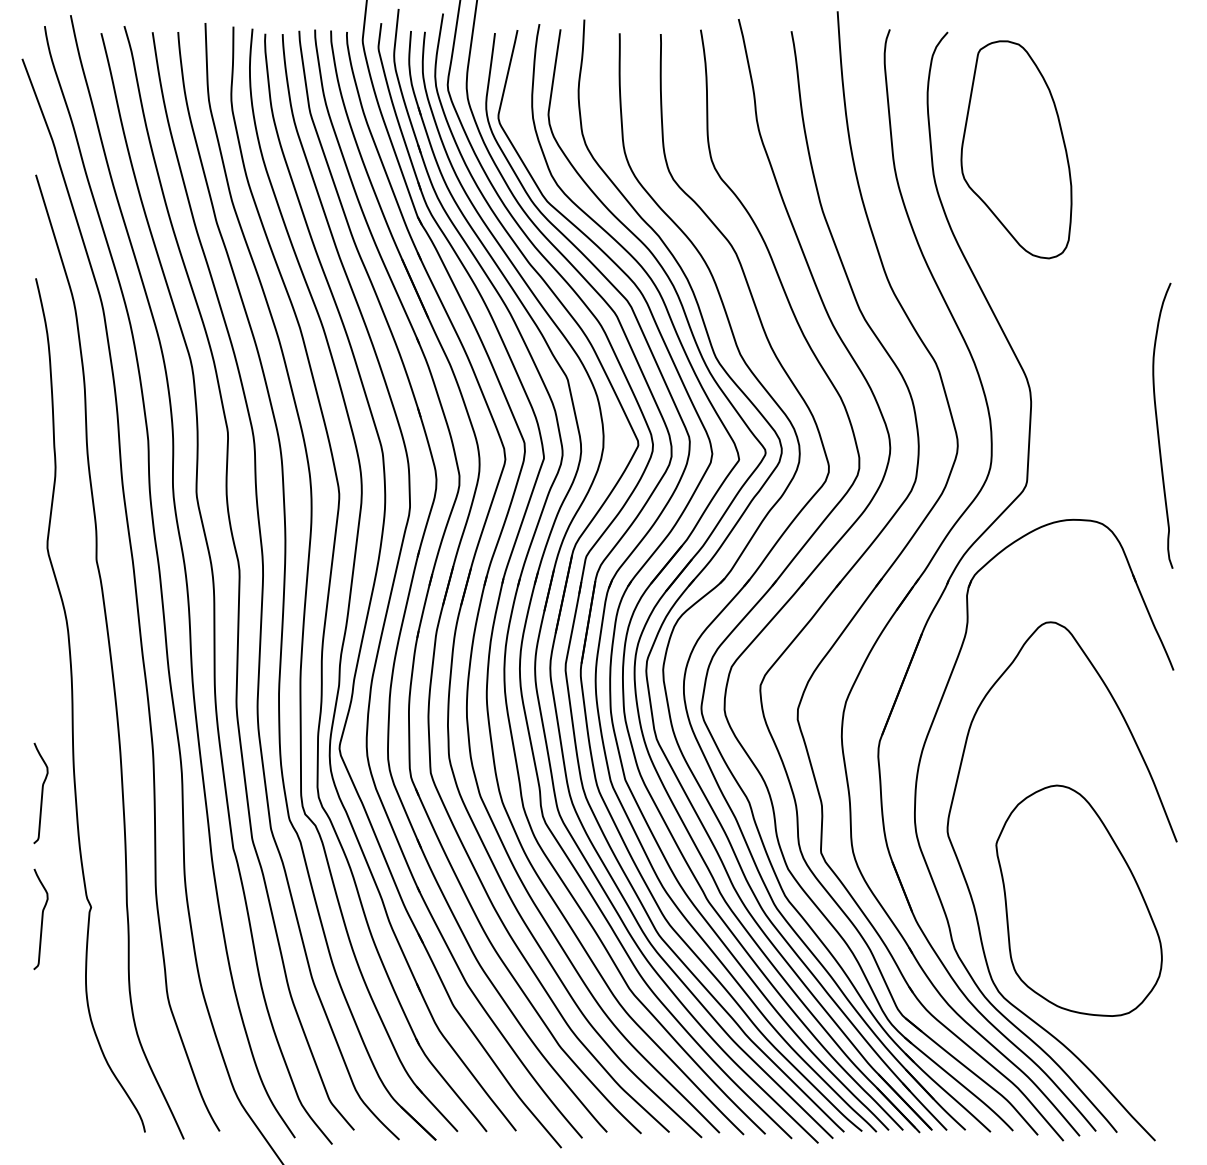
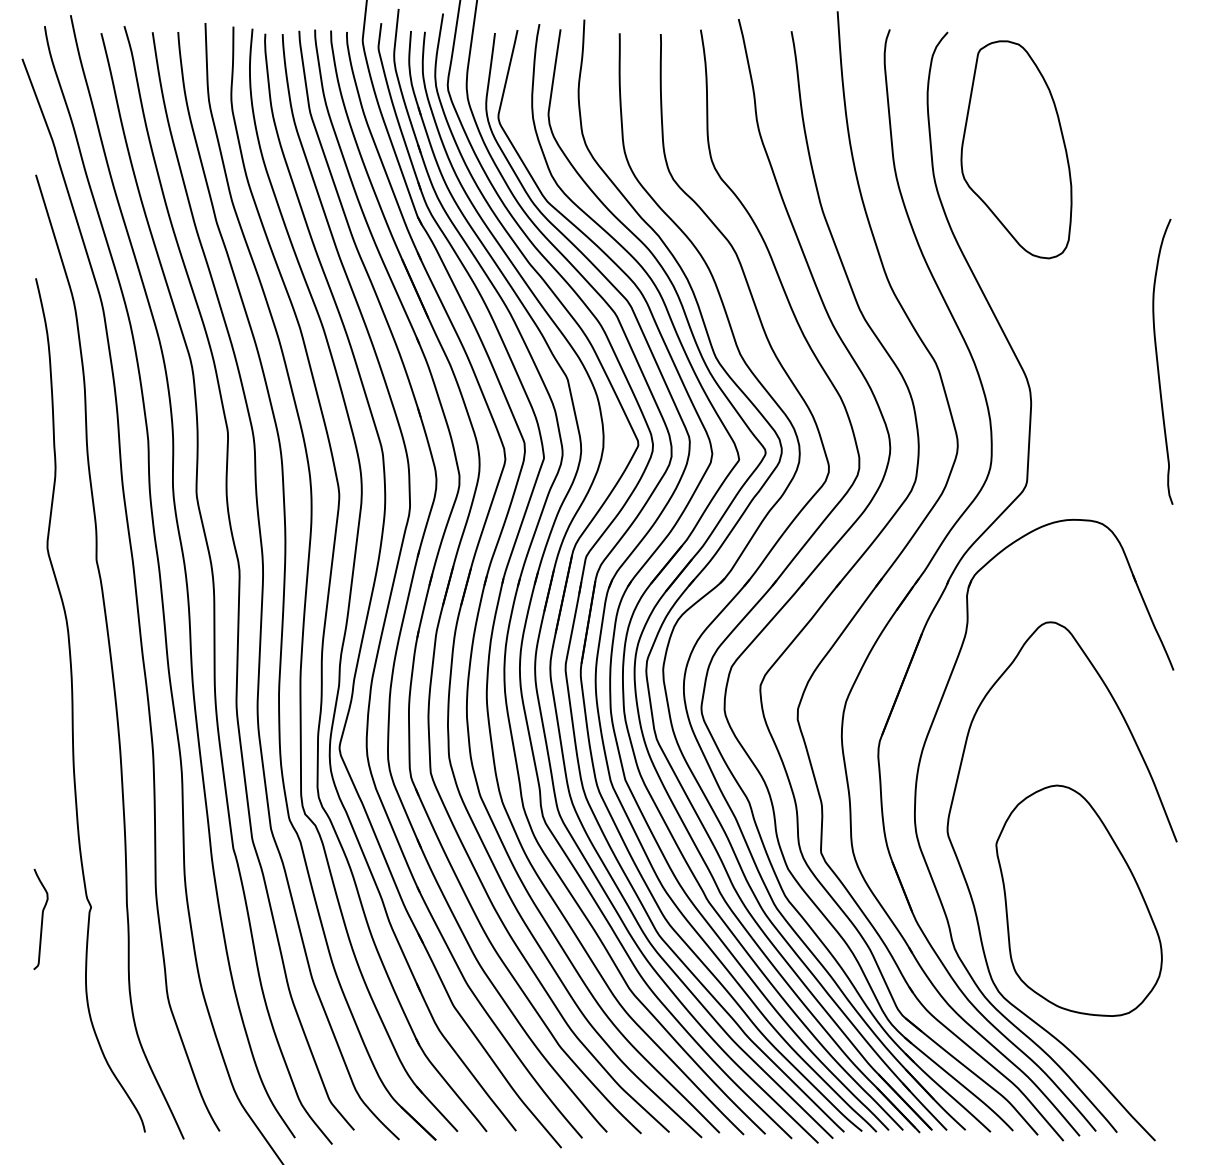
curve at (1158, 425) position: (1158, 425) -> (1158, 361)
curve at (41, 793): present -> none
